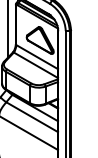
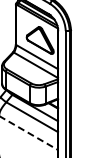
line at (8, 29): present -> none
line at (29, 133): solid -> dashed
